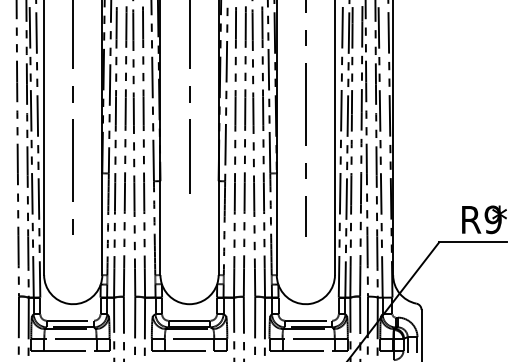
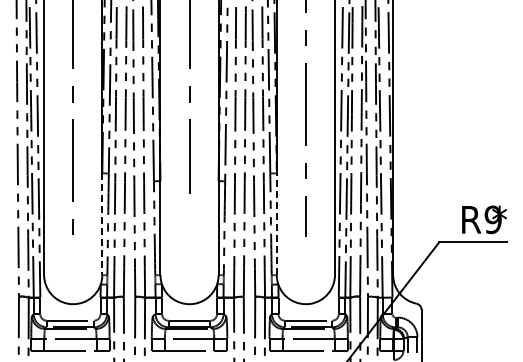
line at (102, 224): solid -> dashed
line at (276, 224): solid -> dashed
